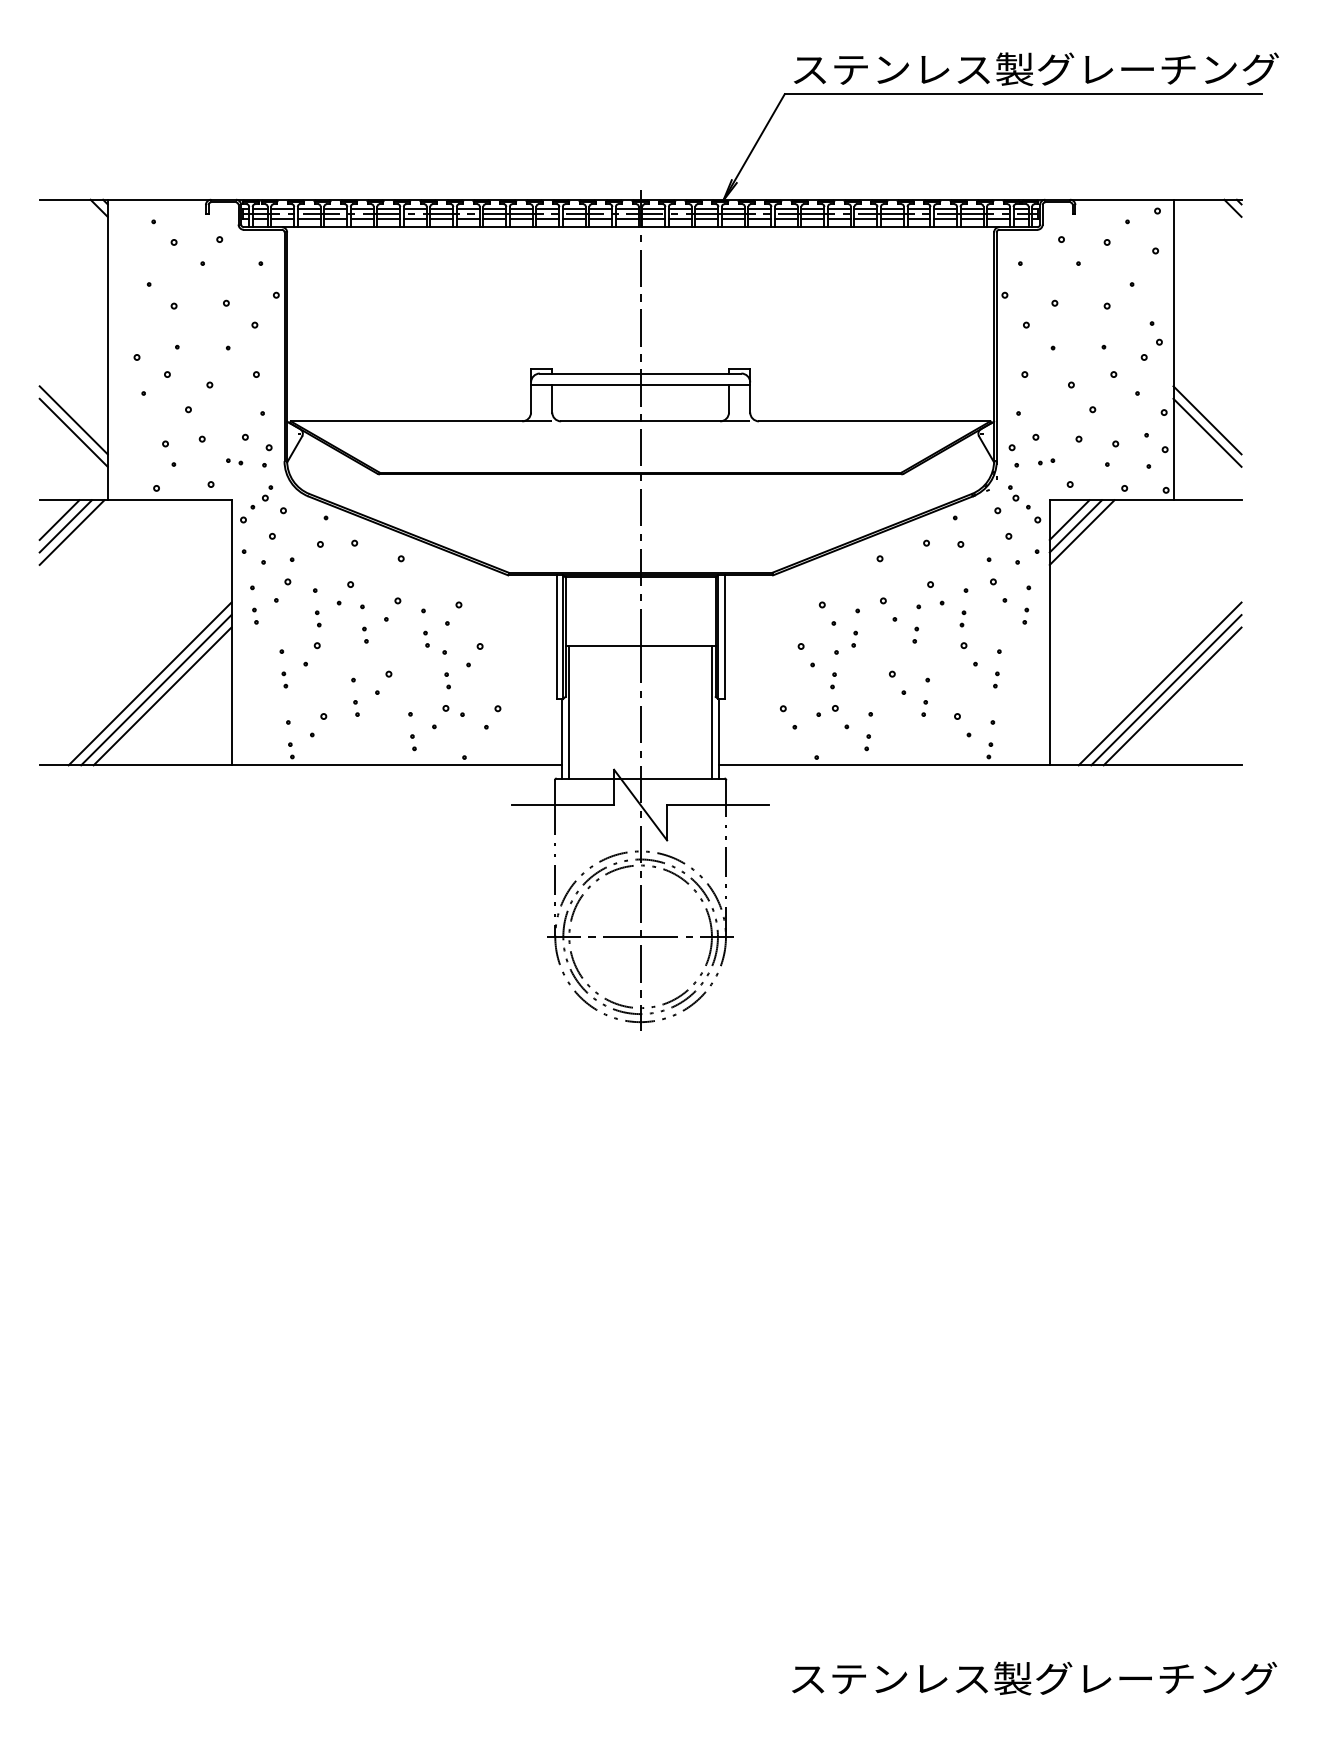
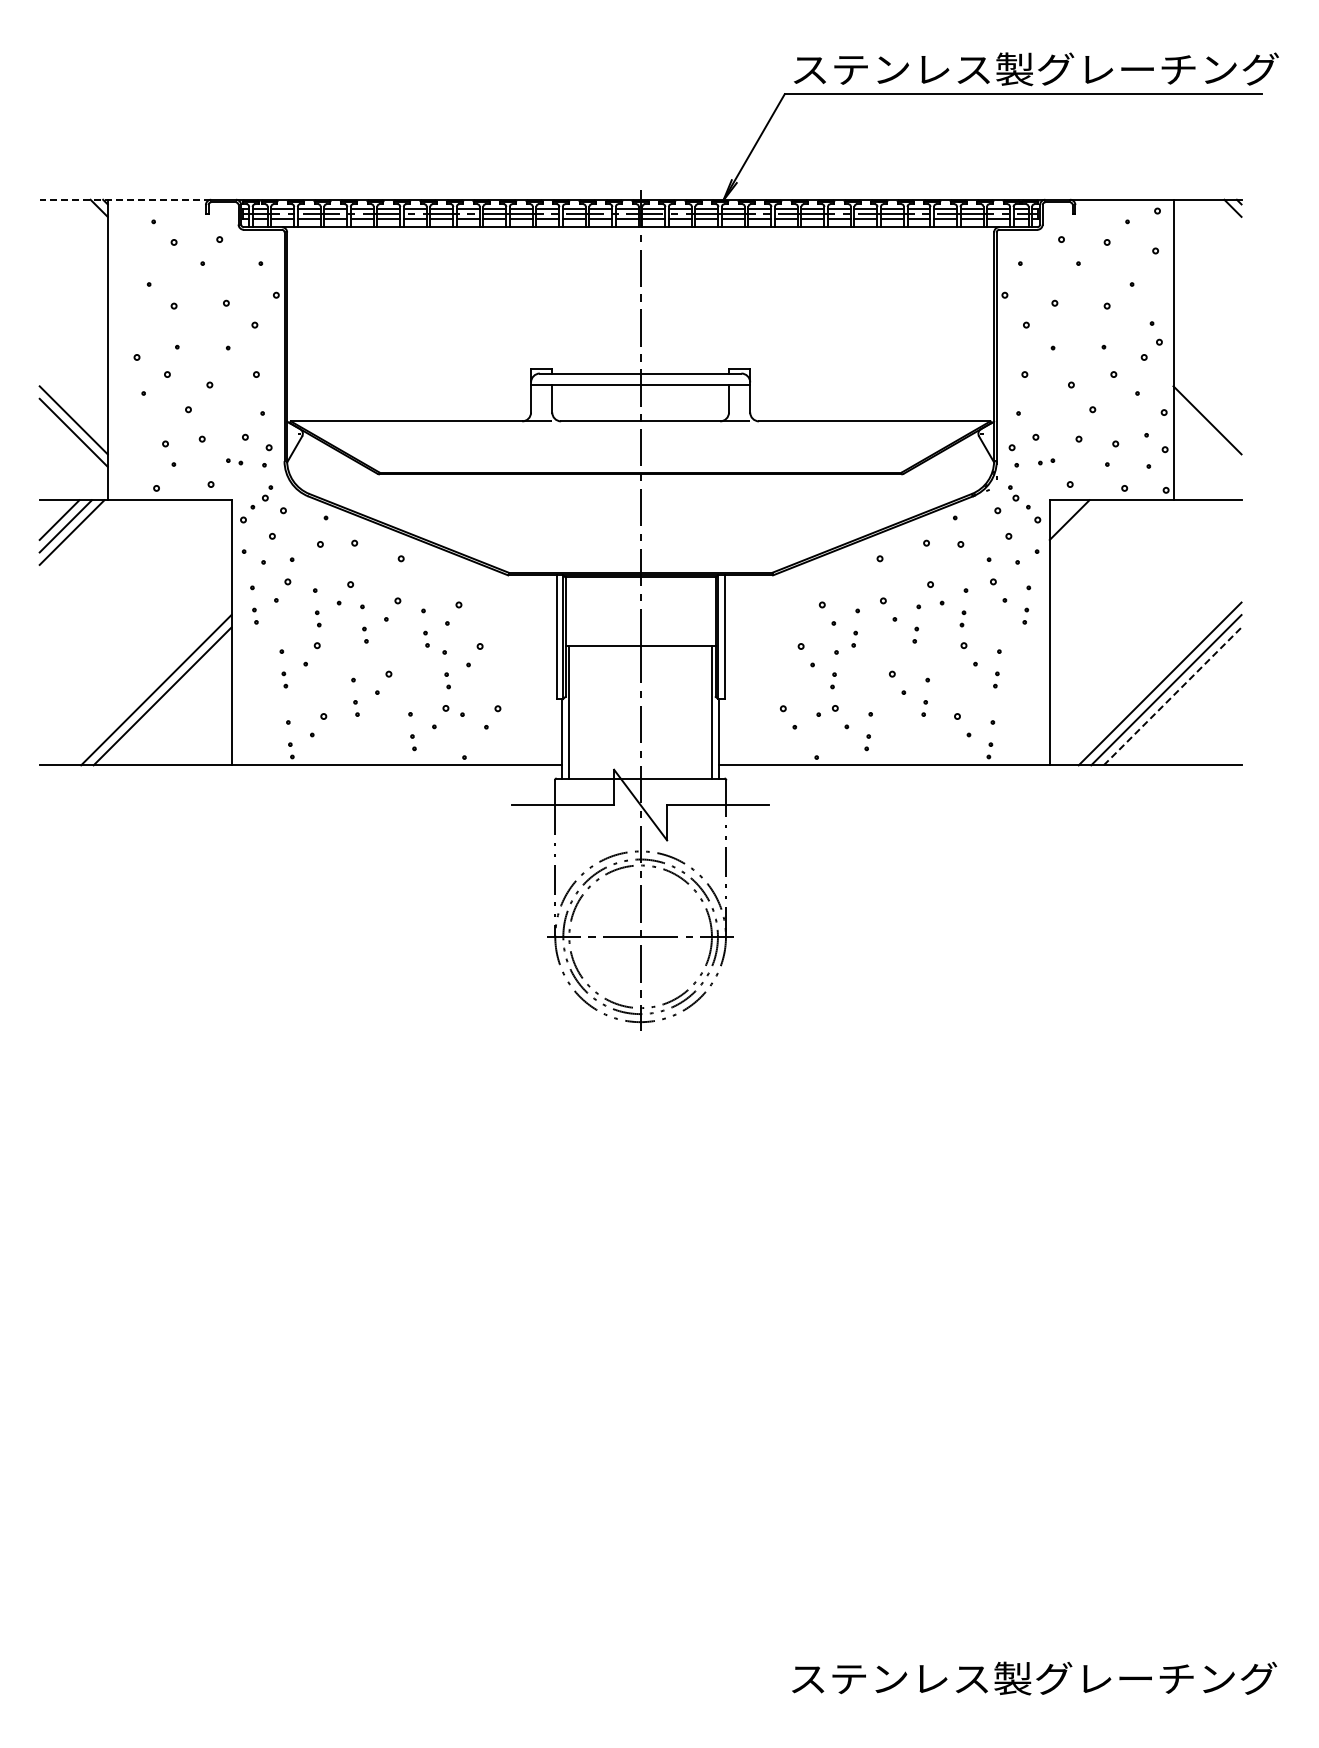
line at (125, 199): solid -> dashed
line at (1207, 432): present -> none
line at (1075, 526): present -> none
line at (1081, 532): present -> none
line at (149, 683): present -> none
line at (1172, 696): solid -> dashed
